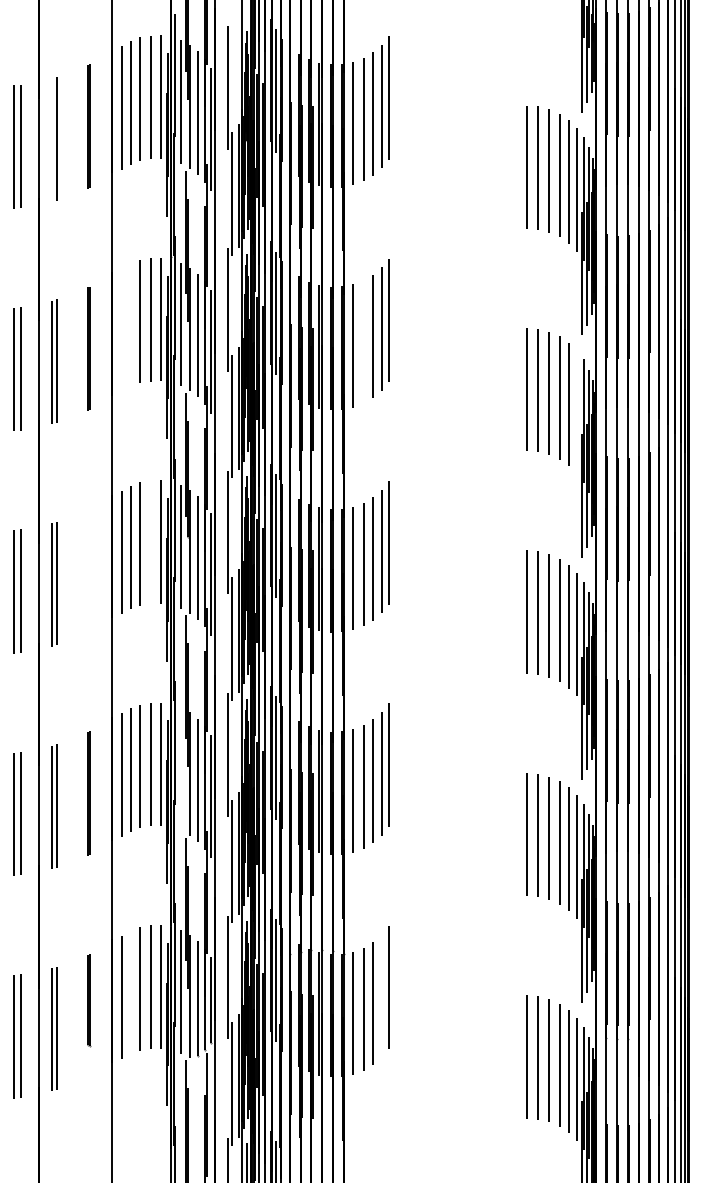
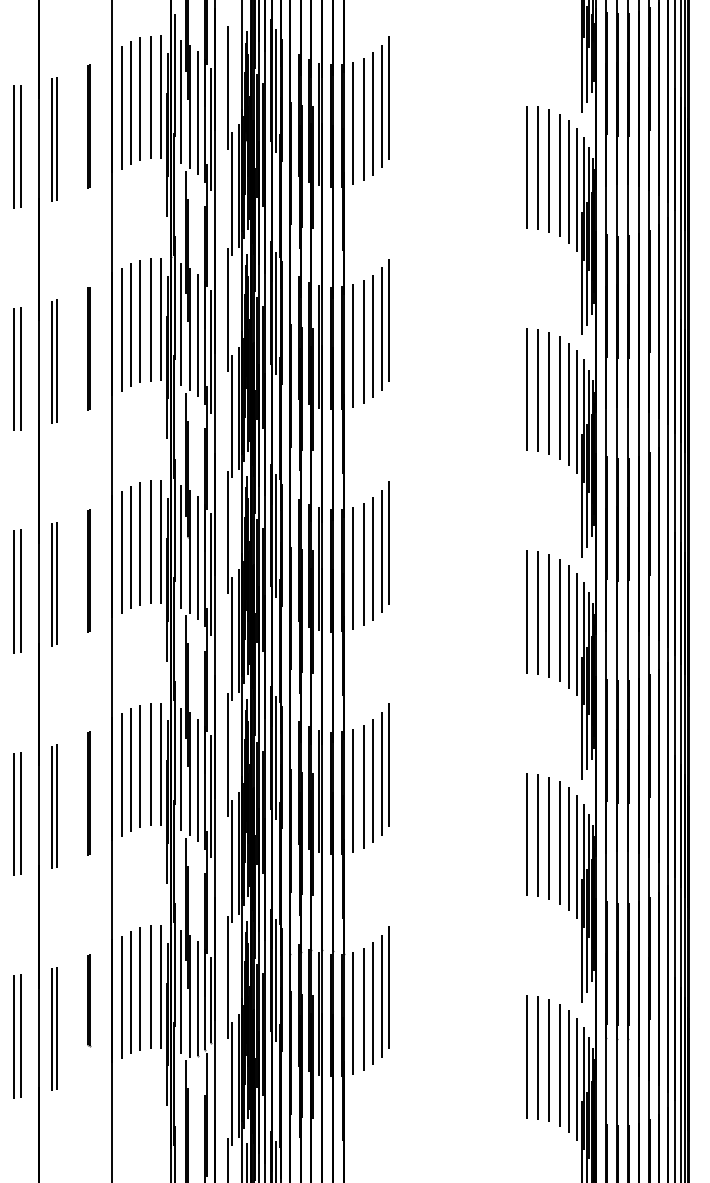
line at (52, 139): none -> present
line at (130, 324): none -> present
line at (121, 330): none -> present
line at (363, 341): none -> present
line at (577, 411): none -> present
line at (150, 541): none -> present
line at (88, 570): none -> present
line at (180, 769): none -> present
line at (130, 992): none -> present
line at (382, 996): none -> present
